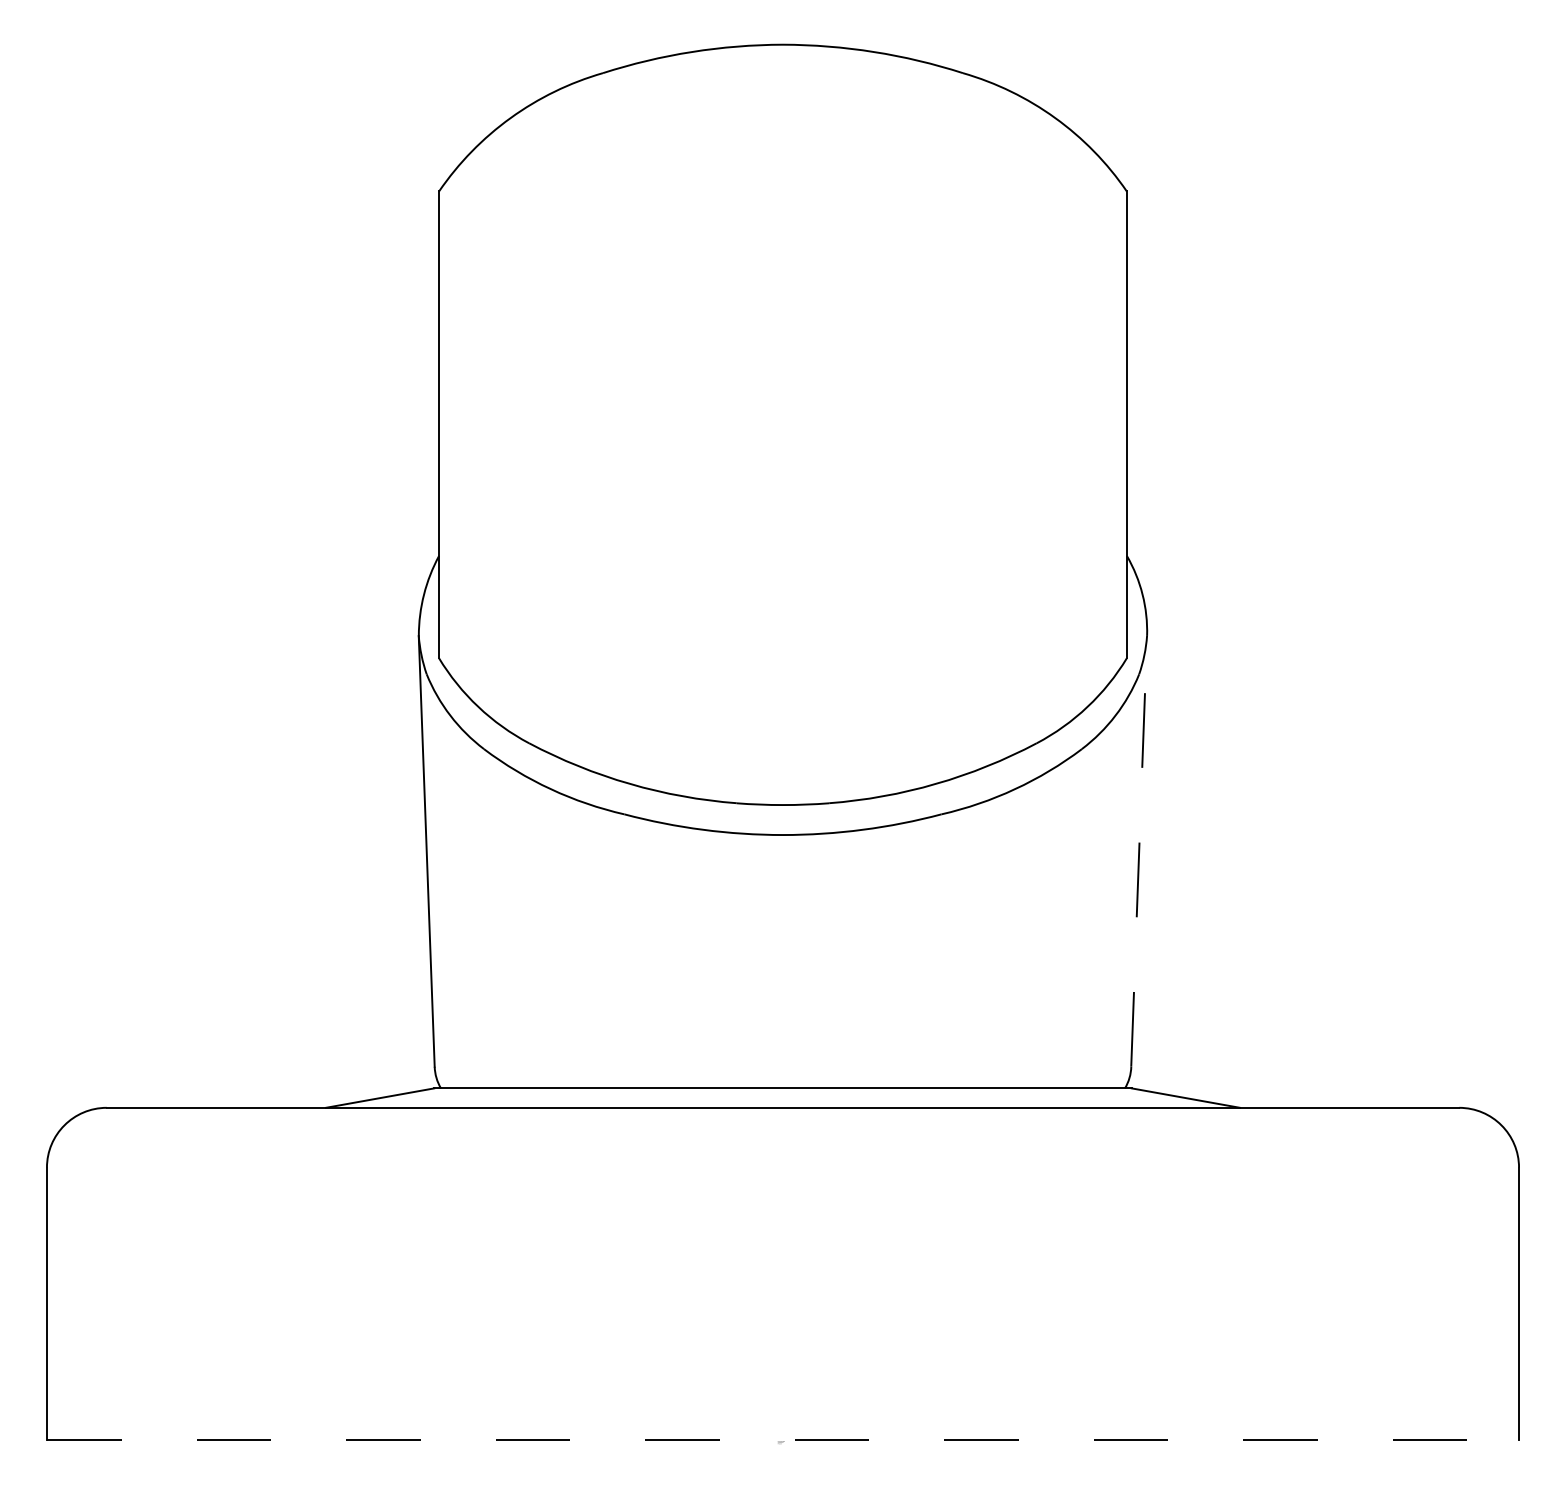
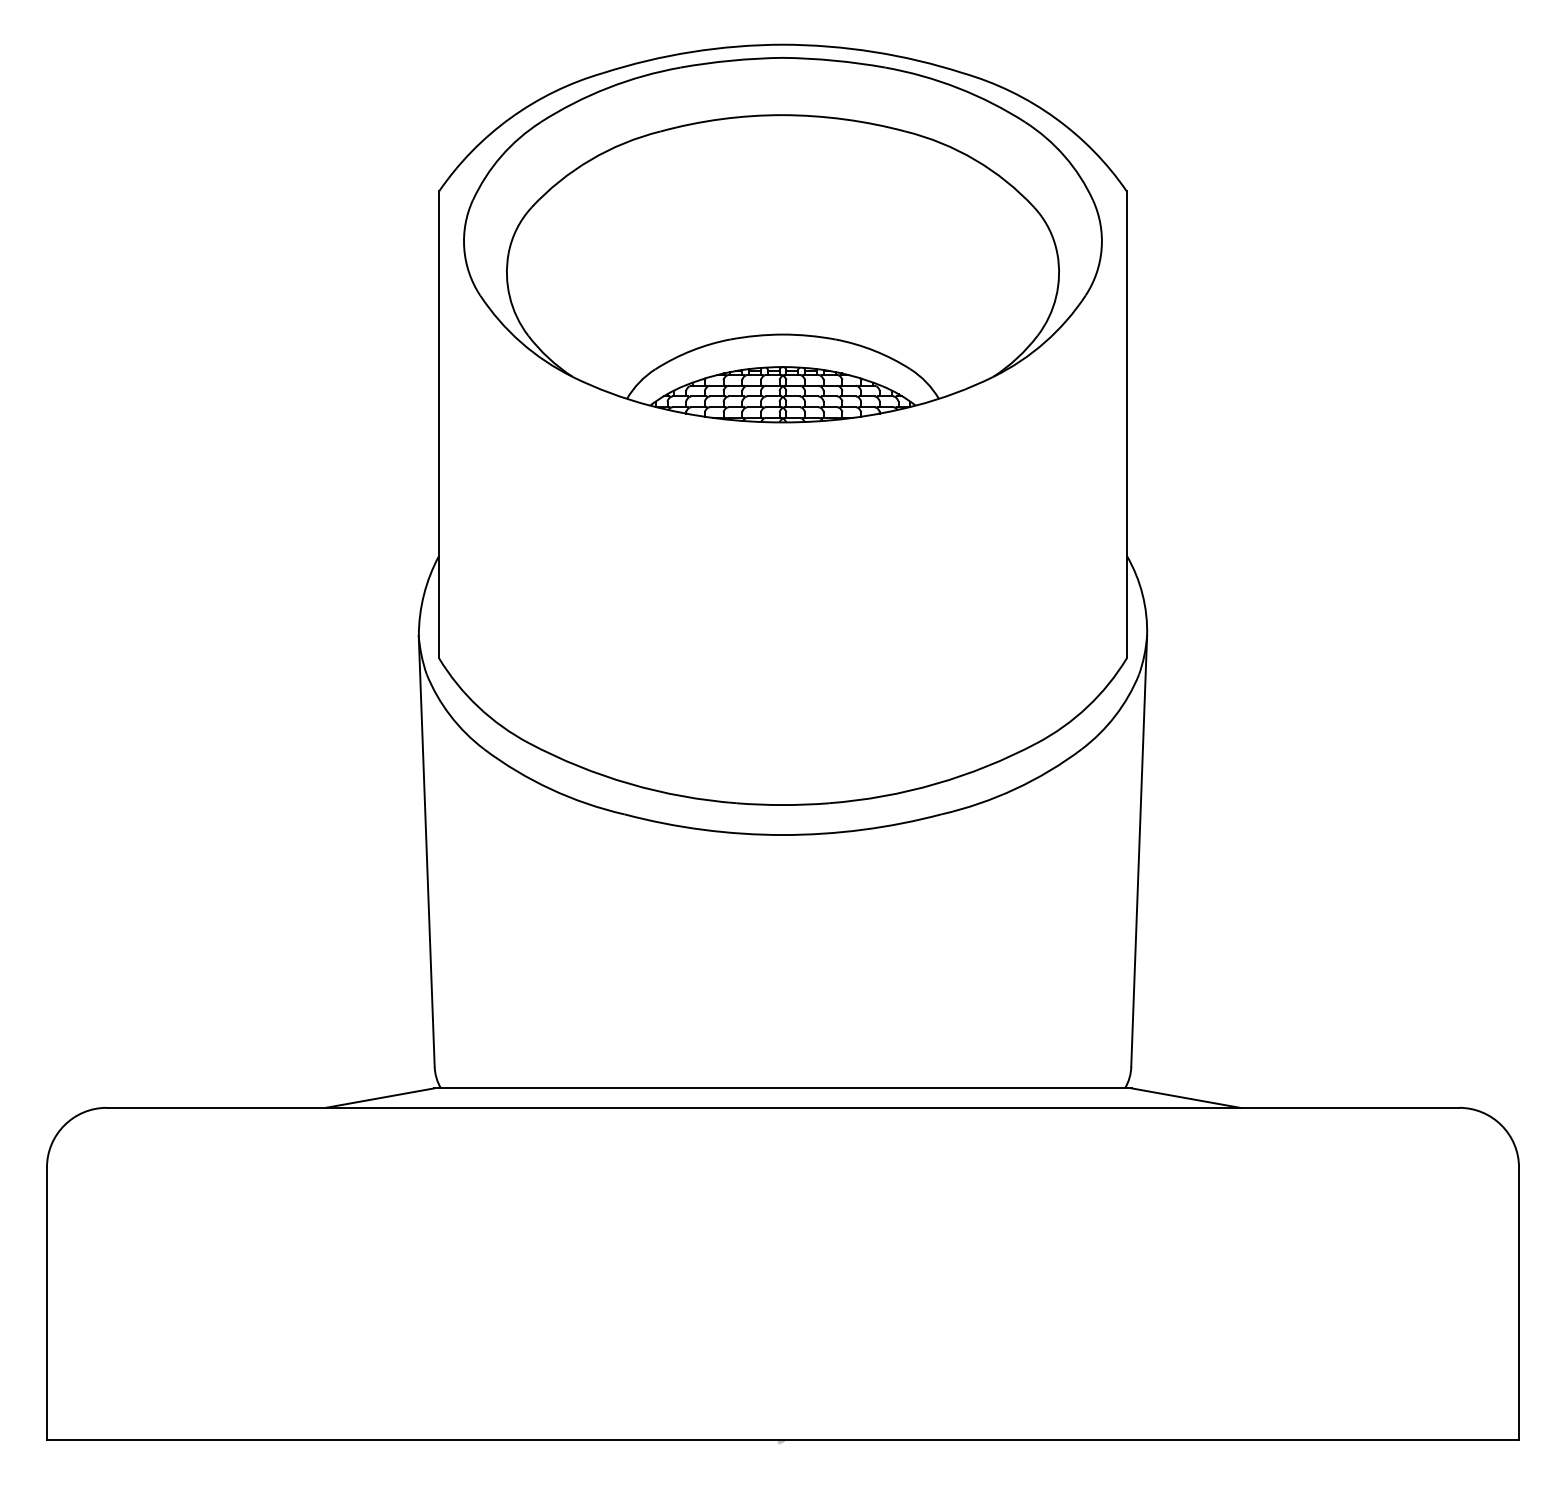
part at (782, 240): none -> present
line at (1139, 851): dashed -> solid
line at (783, 1440): dashed -> solid
